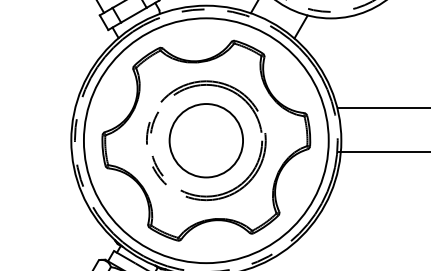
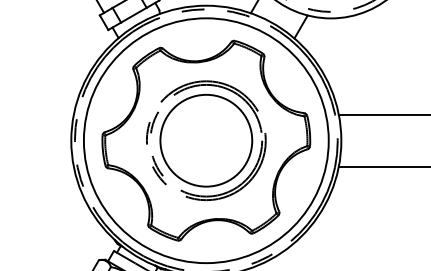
line at (382, 107) position: (382, 107) -> (382, 114)
circle at (206, 140) diameter: 73 px -> 92 px
line at (382, 151) position: (382, 151) -> (382, 166)
